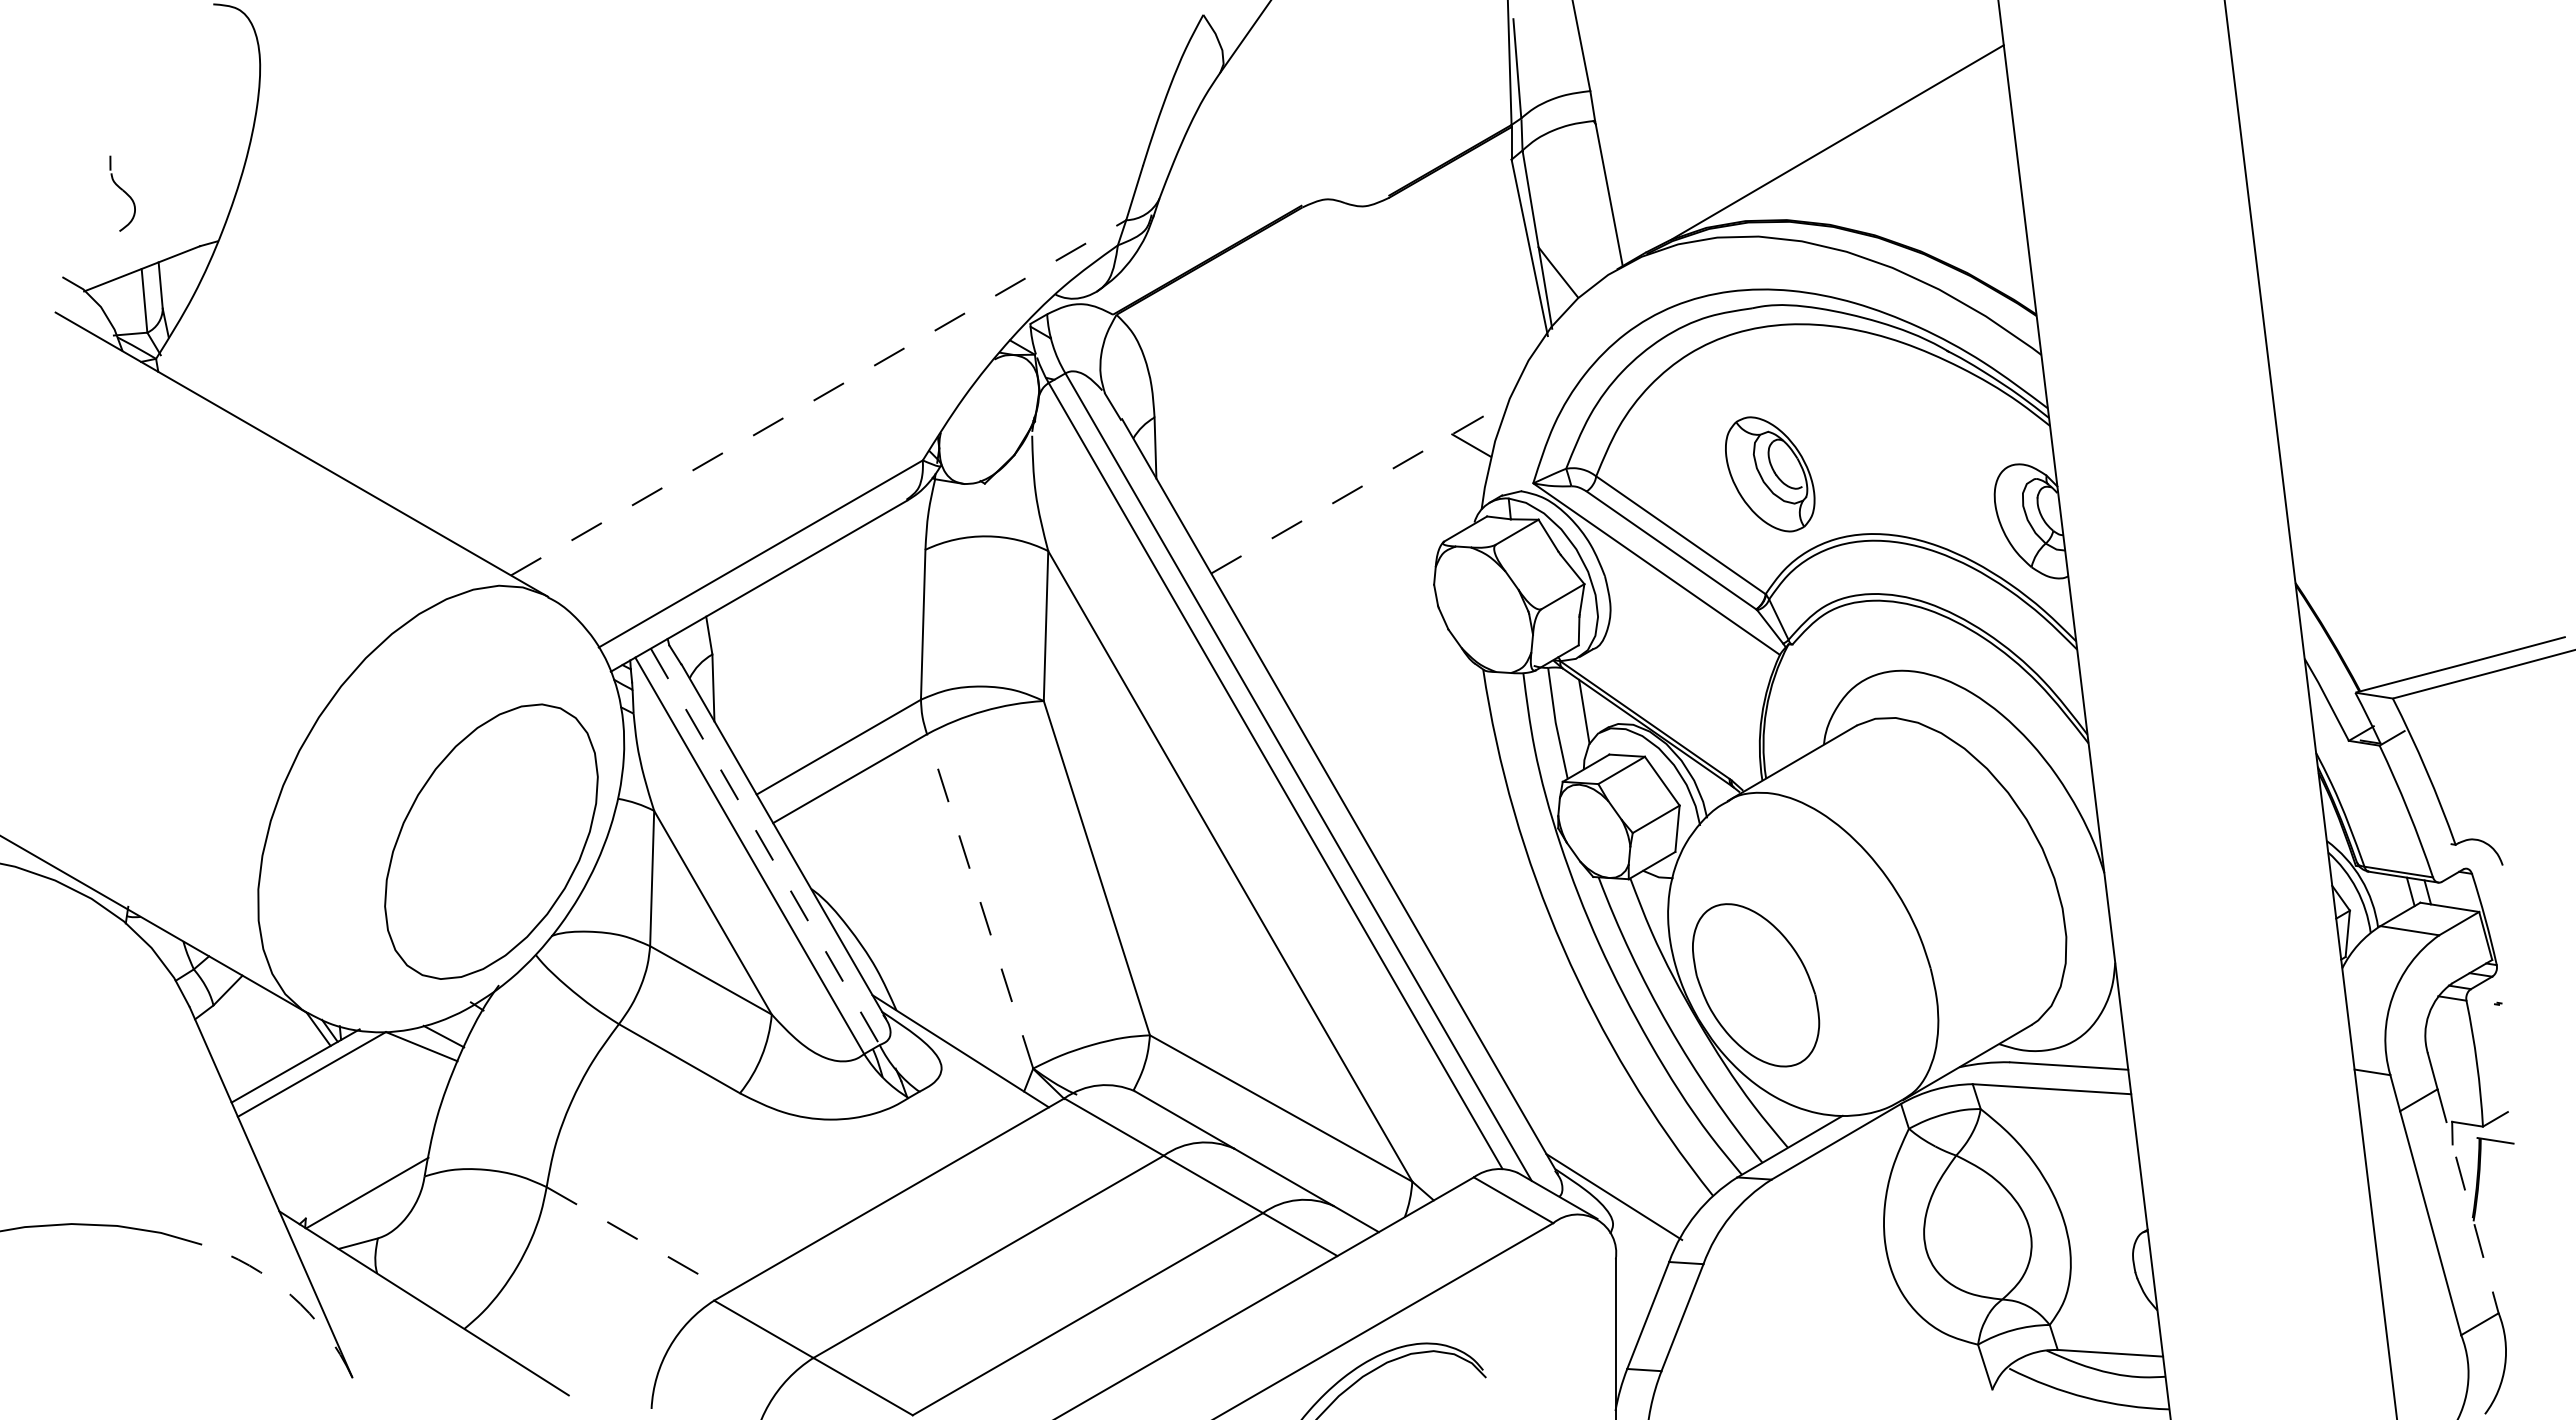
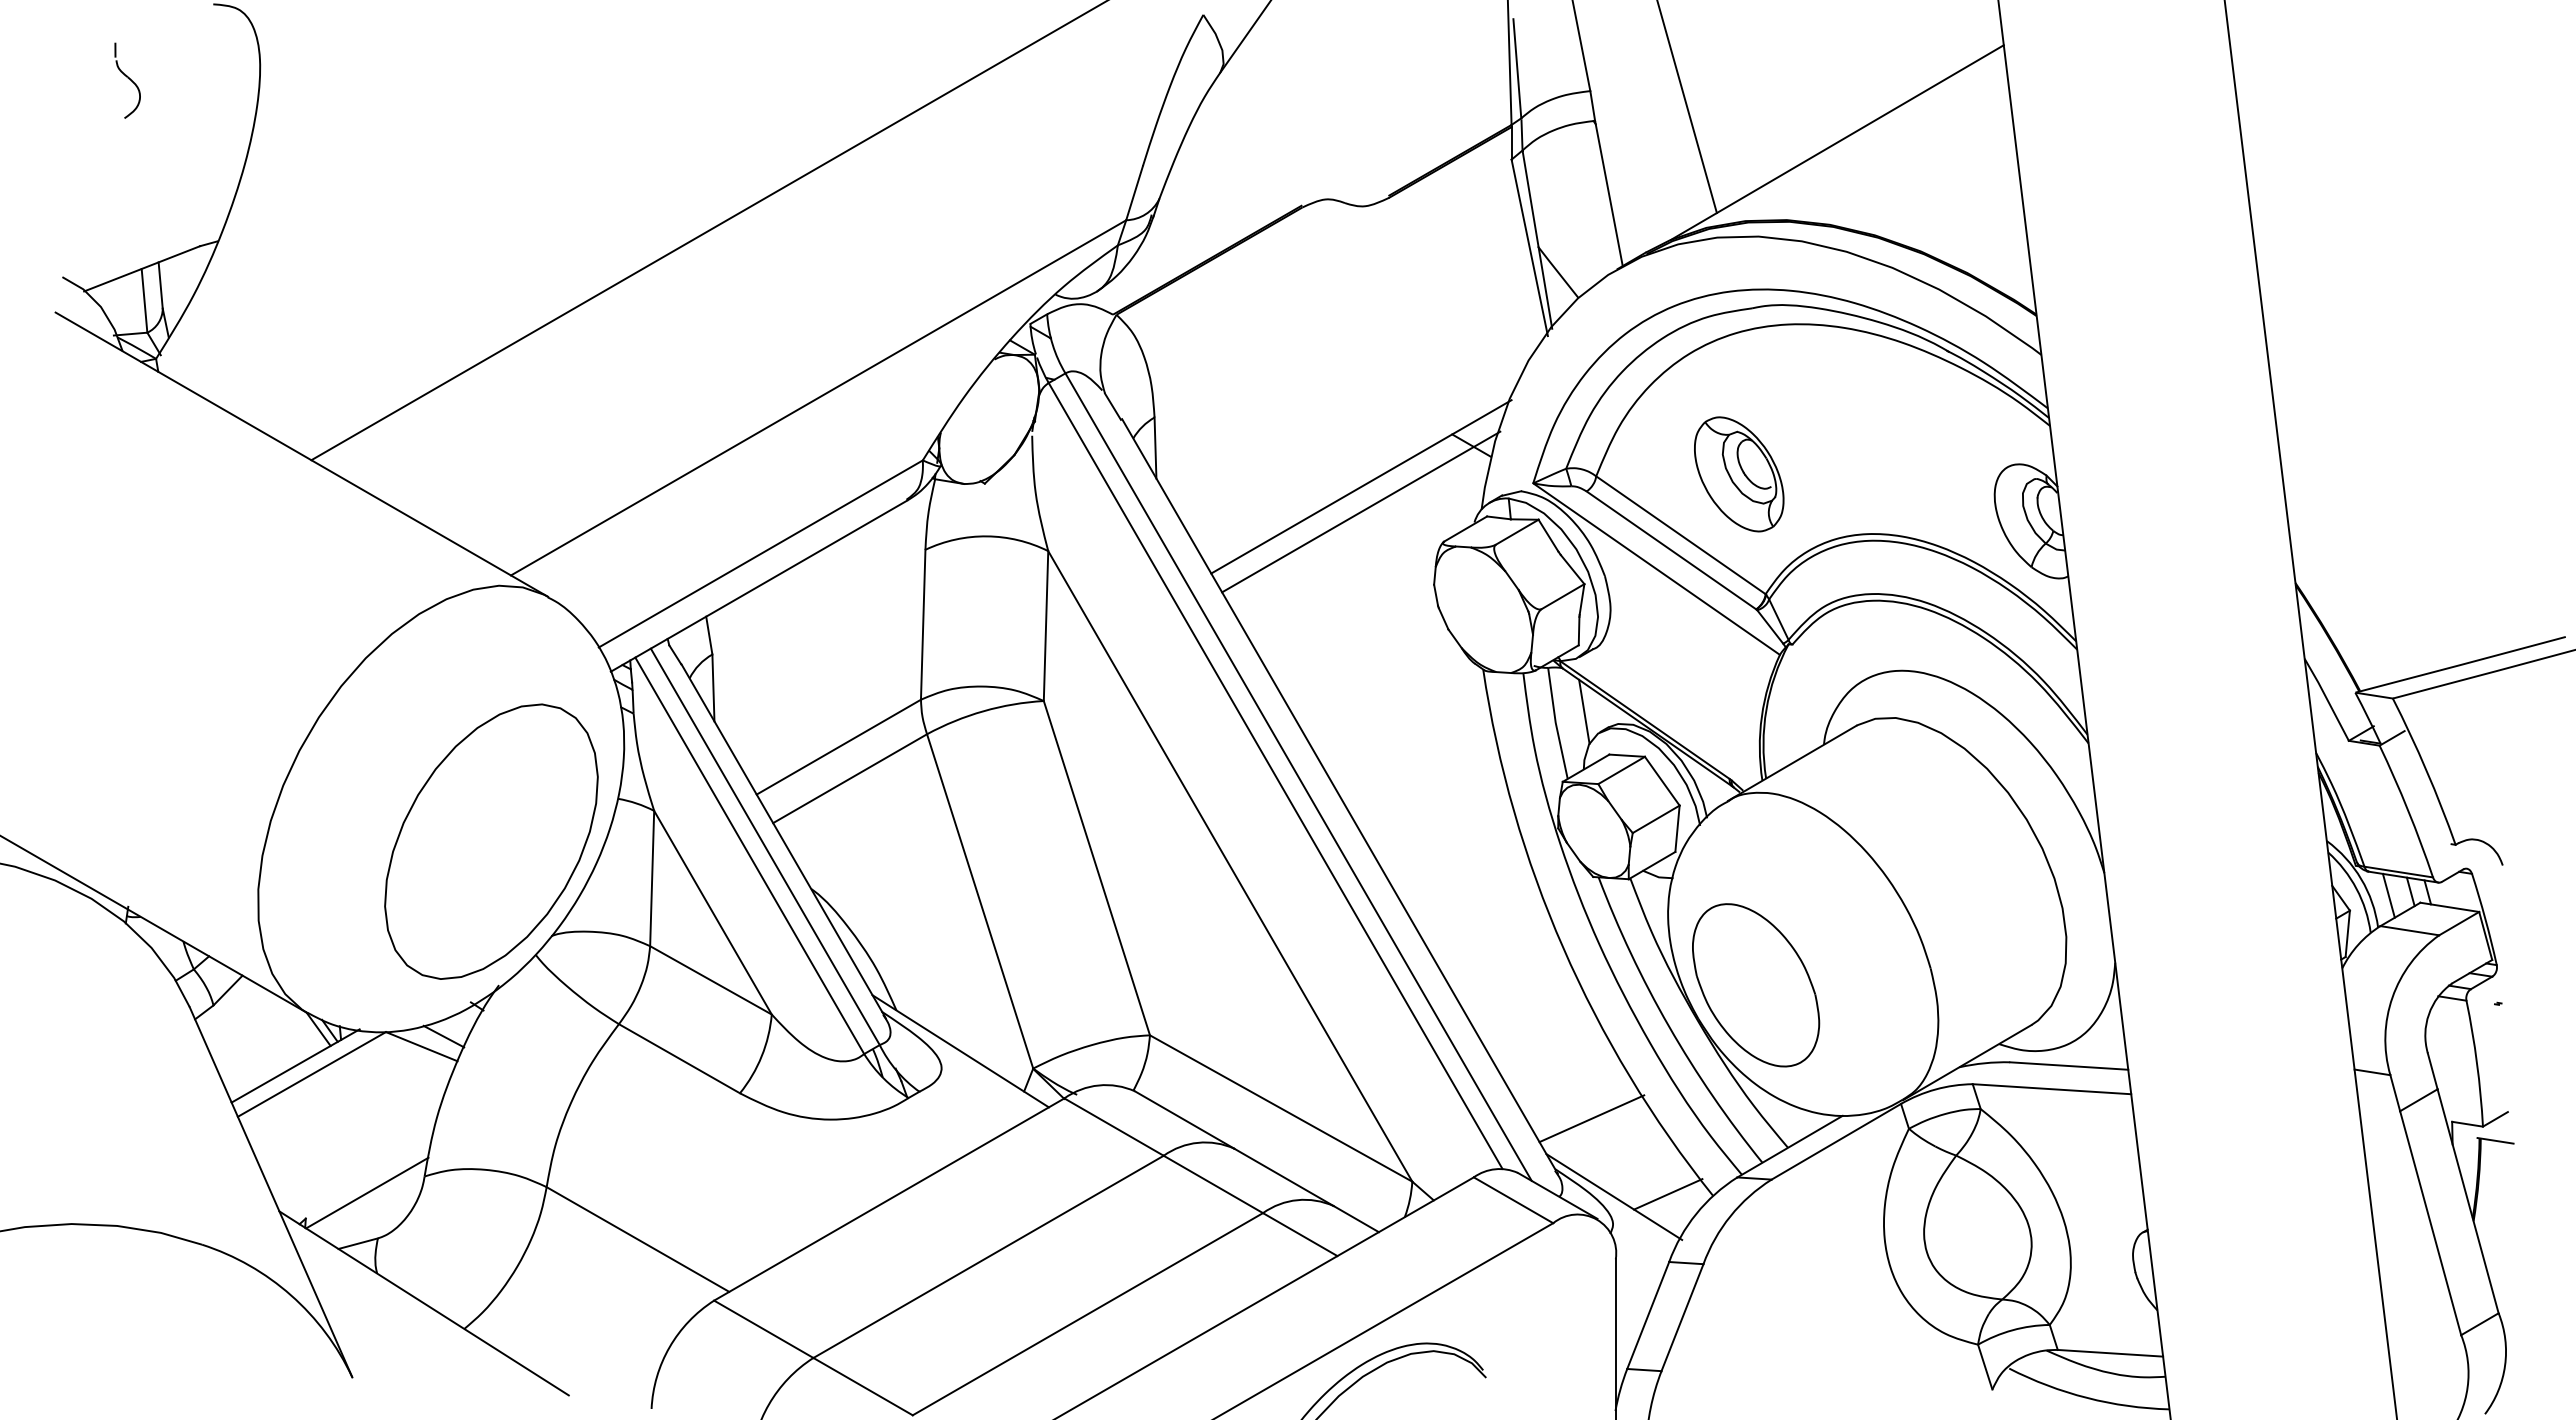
line at (1686, 107): none -> present
part at (122, 193) position: (122, 193) -> (127, 80)
line at (707, 231): none -> present
line at (819, 397): dashed -> solid
part at (1770, 474) position: (1770, 474) -> (1739, 474)
line at (1361, 486): dashed -> solid
line at (1361, 511): none -> present
line at (765, 846): dashed -> solid
line at (2388, 895): none -> present
line at (979, 900): dashed -> solid
line at (1591, 1118): none -> present
line at (1668, 1194): none -> present
line at (2468, 1201): dashed -> solid
line at (638, 1239): dashed -> solid
arc at (291, 1295): dashed -> solid
